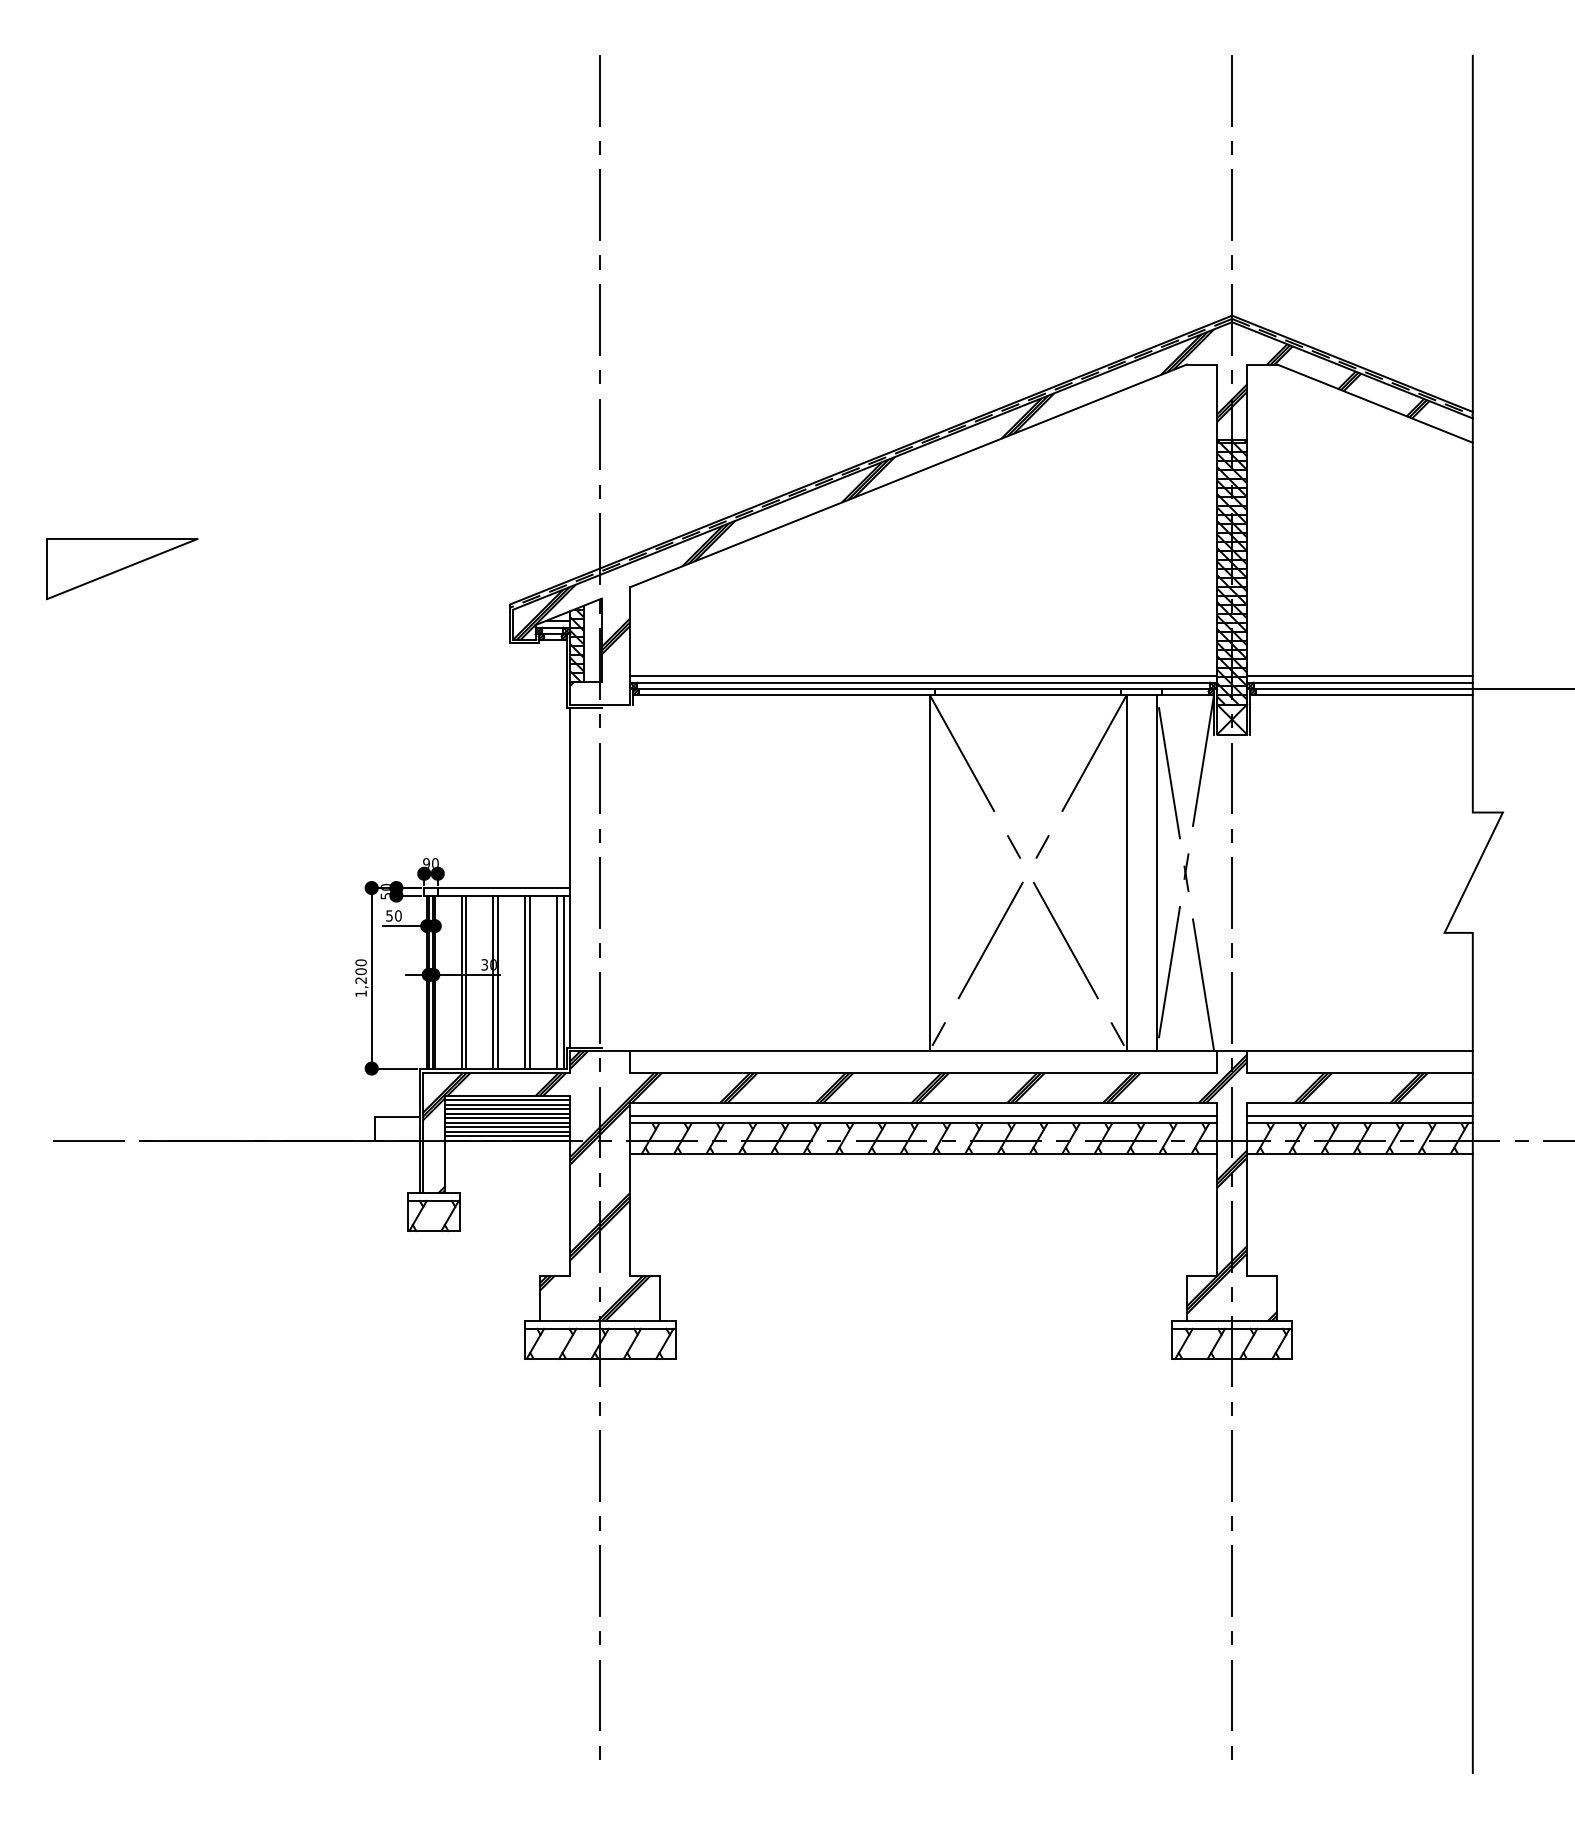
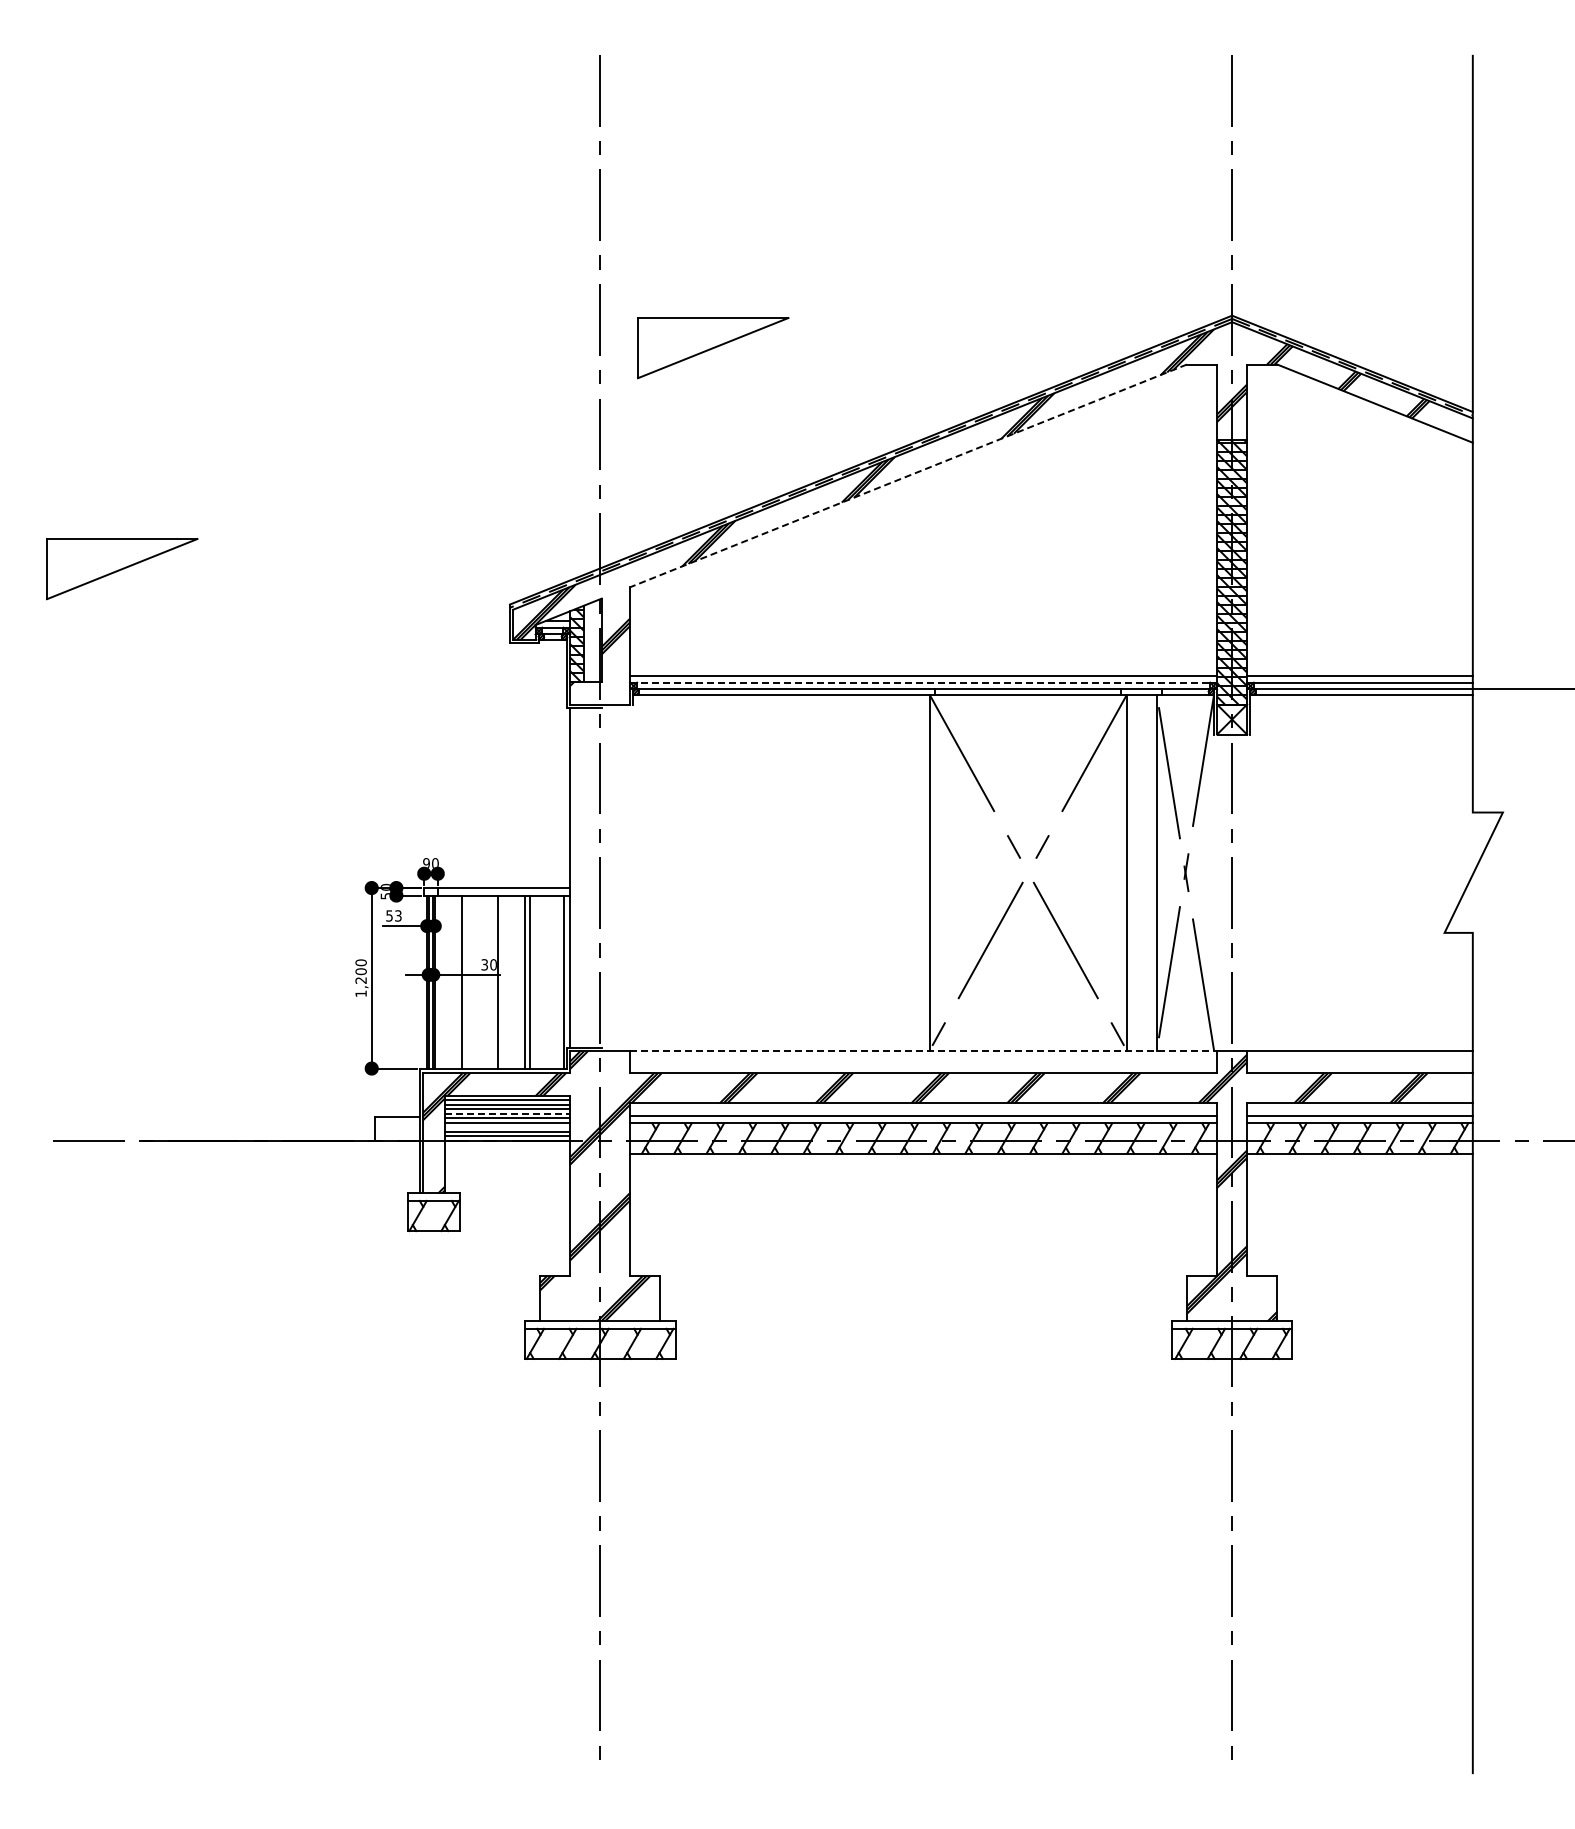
part at (713, 348): none -> present
line at (908, 475): solid -> dashed
line at (924, 682): solid -> dashed
text at (398, 915): 50 -> 53
line at (466, 981): present -> none
line at (493, 981): present -> none
line at (556, 981): present -> none
line at (924, 1050): solid -> dashed
line at (508, 1113): solid -> dashed
line at (507, 1127): present -> none
